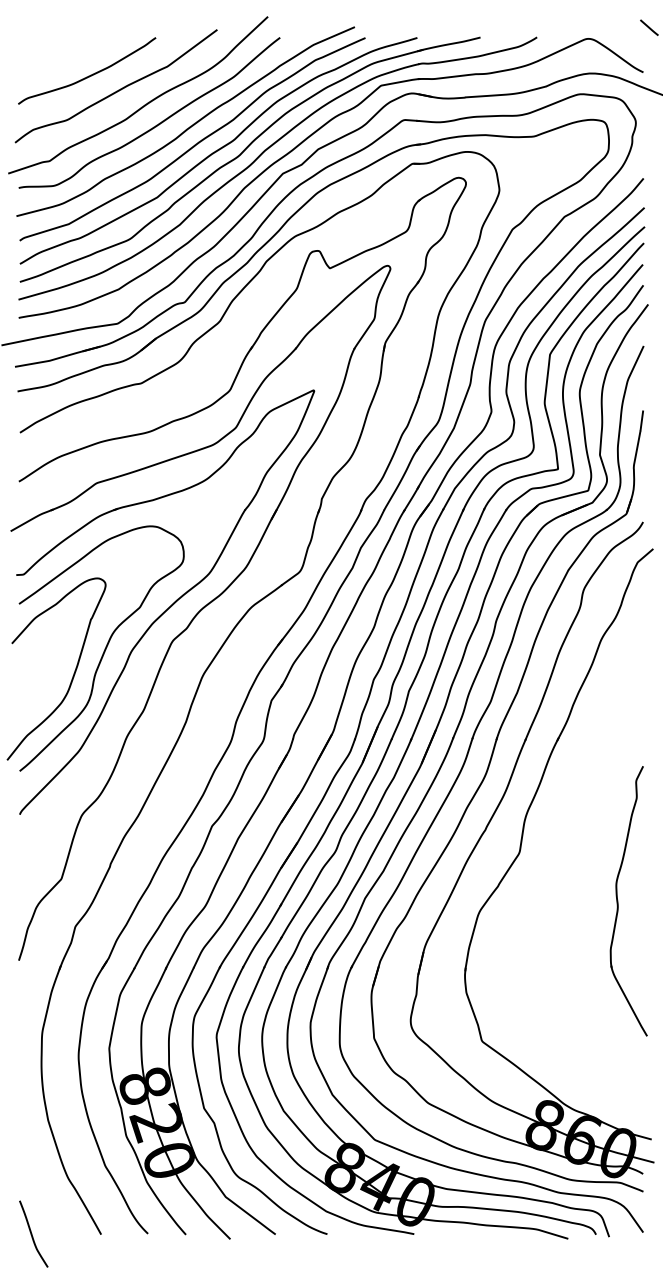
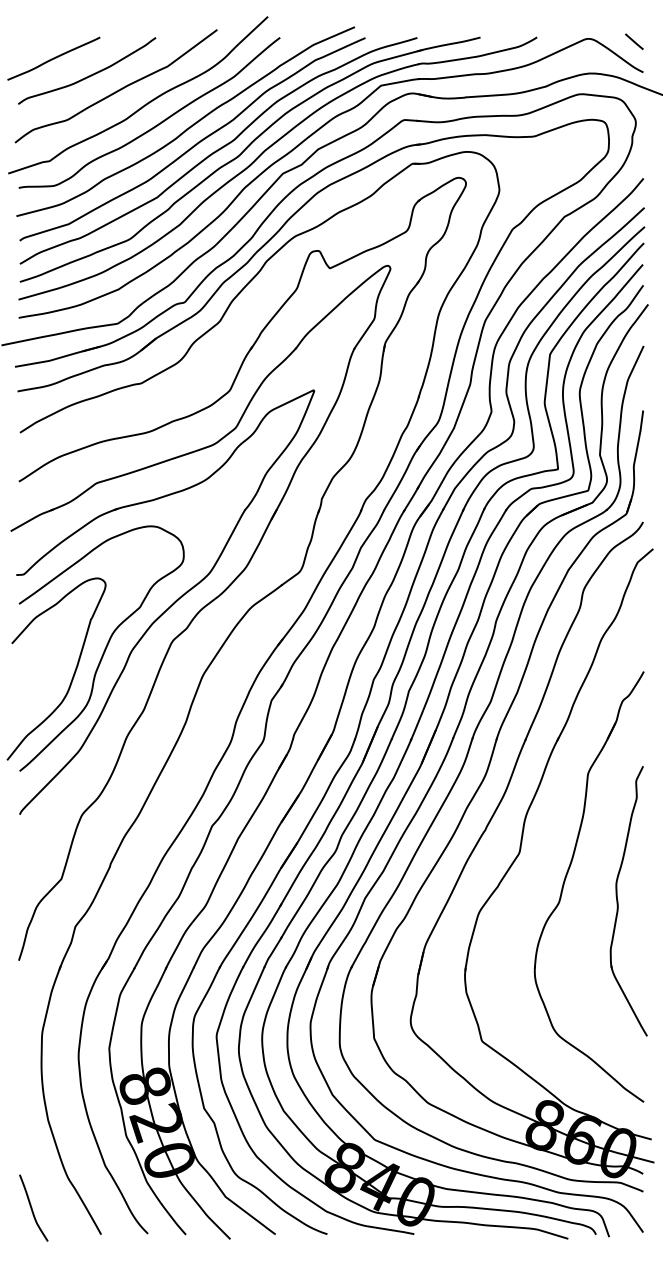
line at (649, 27) position: (649, 27) -> (634, 41)
curve at (53, 58): none -> present
part at (566, 878): none -> present
curve at (32, 1233) position: (32, 1233) -> (32, 1207)
